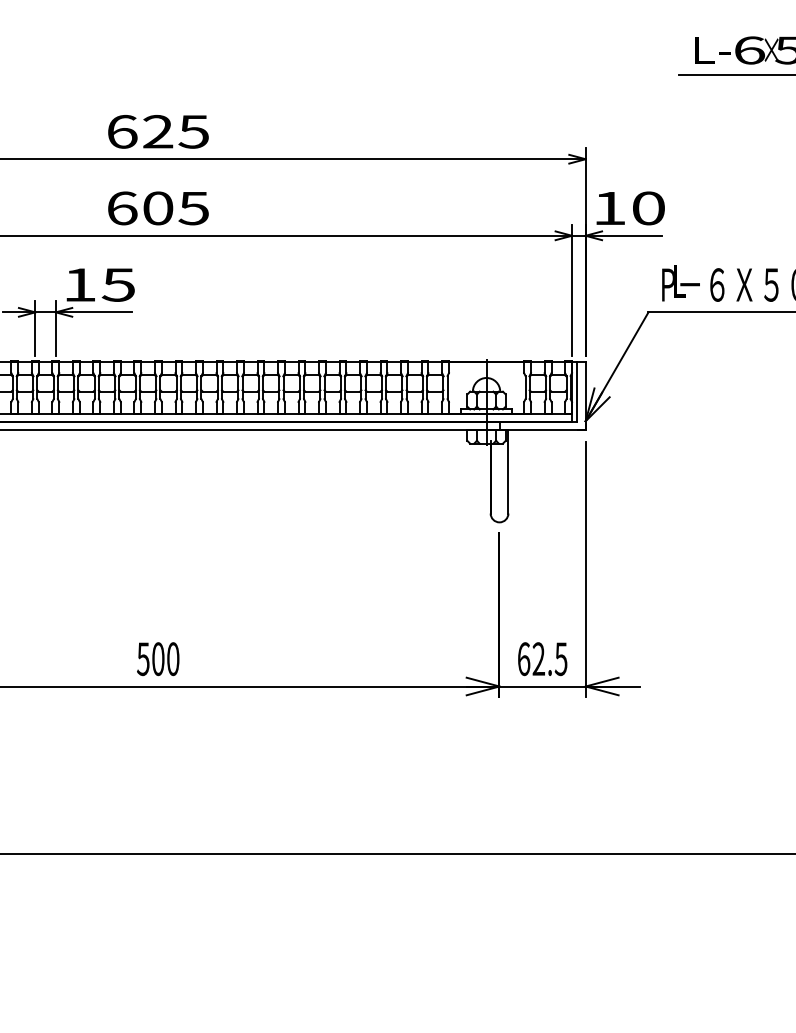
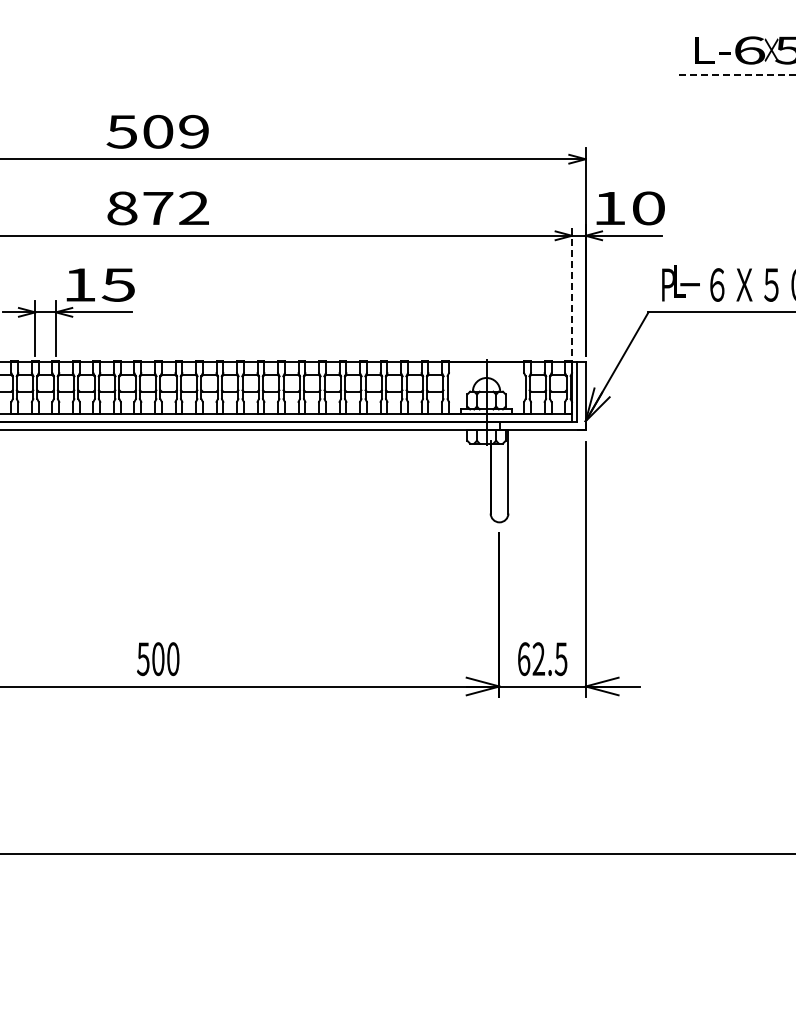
line at (737, 75): solid -> dashed
text at (157, 131): 625 -> 509
text at (157, 208): 605 -> 872
line at (572, 290): solid -> dashed
